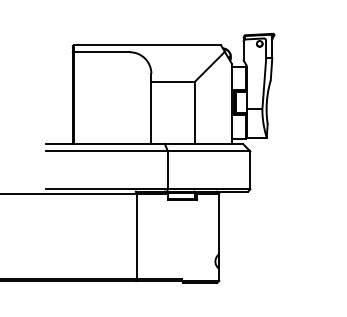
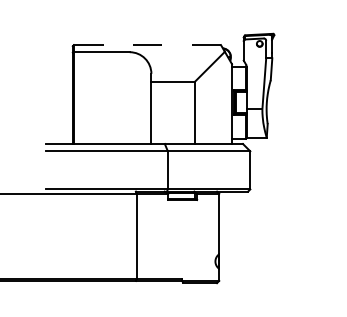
line at (147, 45): solid -> dashed
